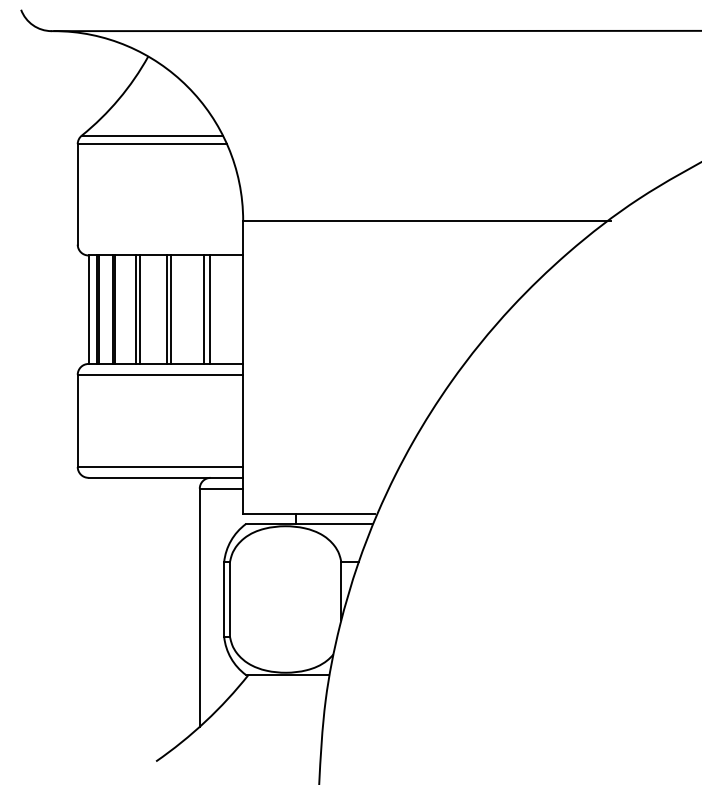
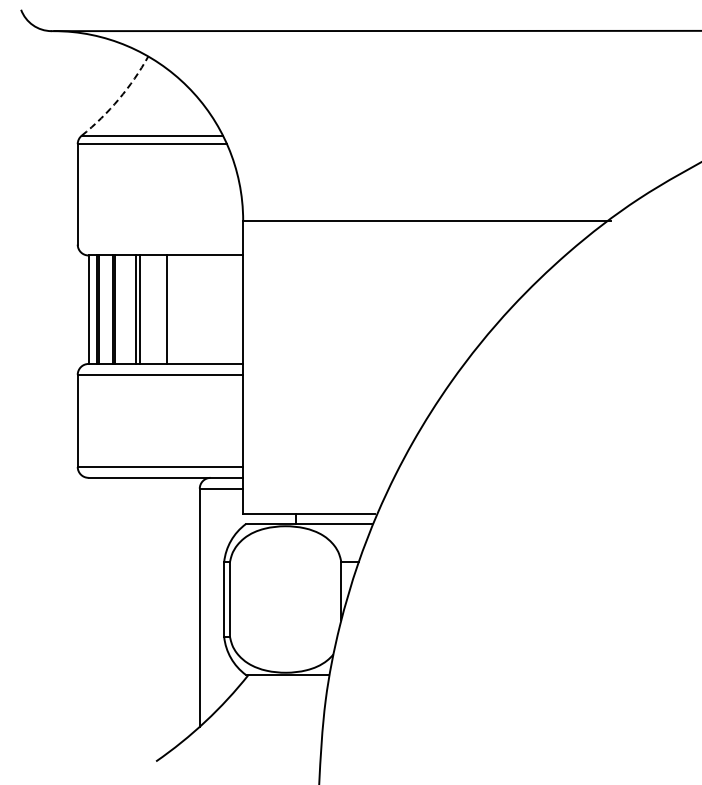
arc at (118, 99): solid -> dashed
line at (171, 309): present -> none
line at (204, 309): present -> none
line at (209, 309): present -> none
